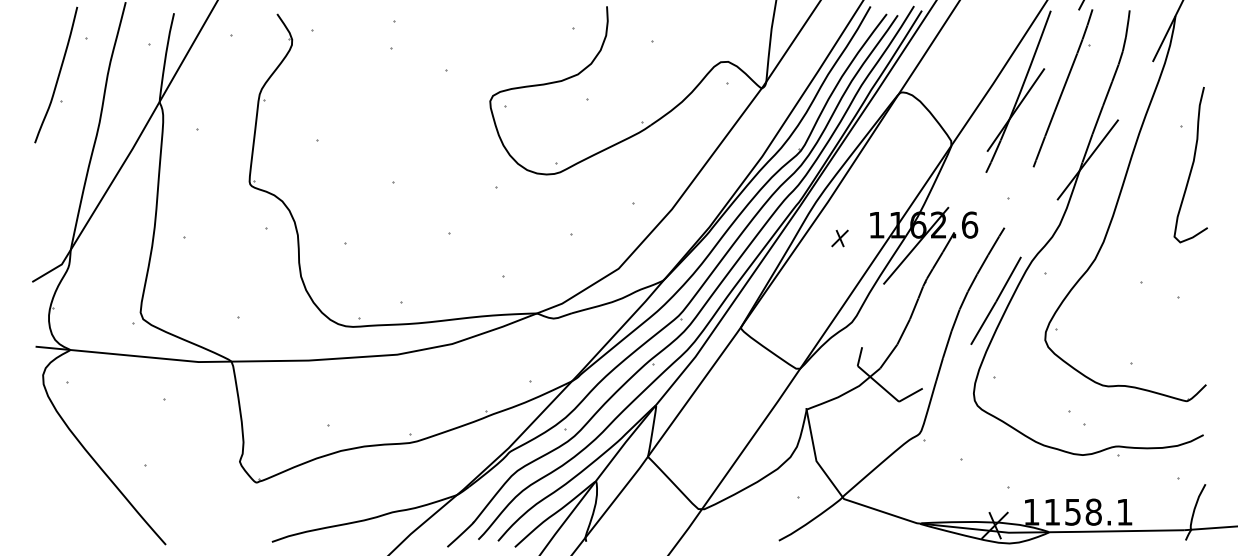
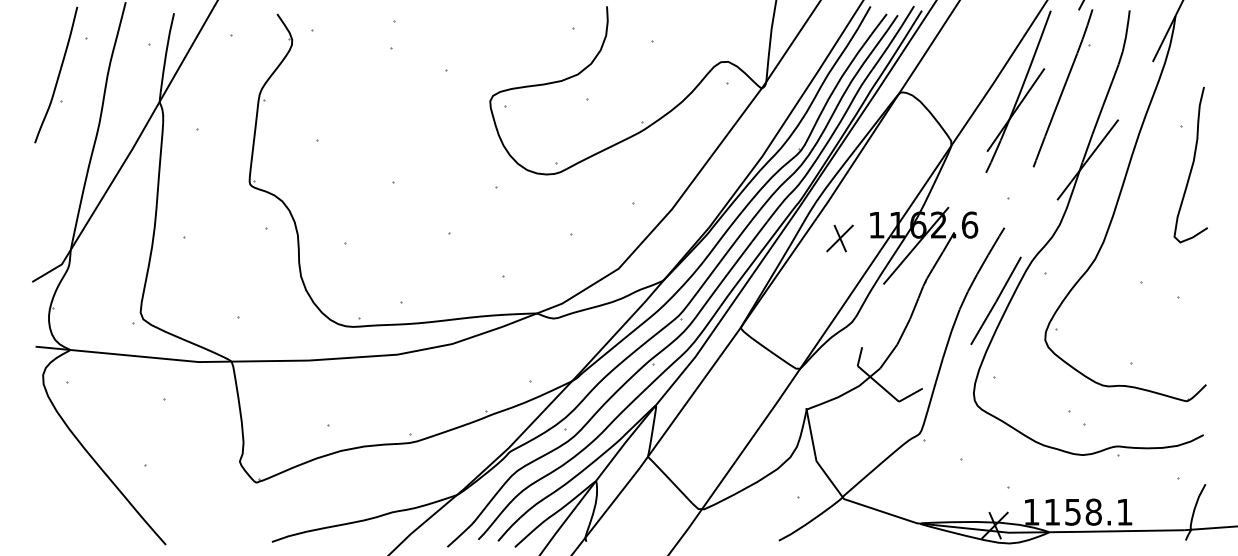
part at (839, 238) size: 18x19 px -> 28x29 px
